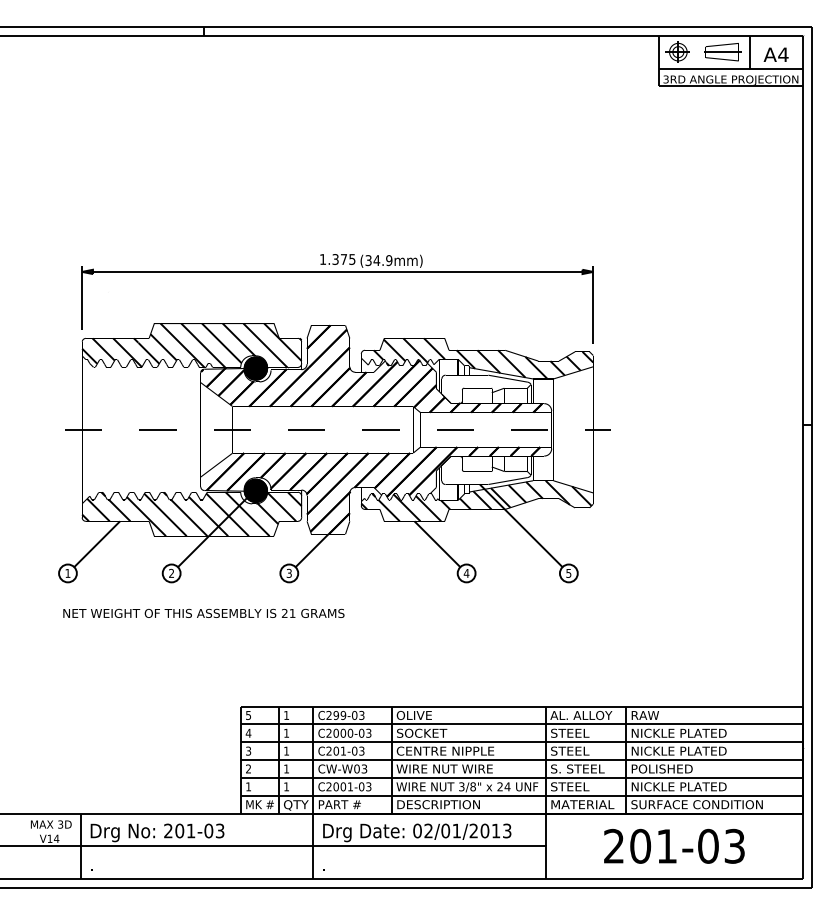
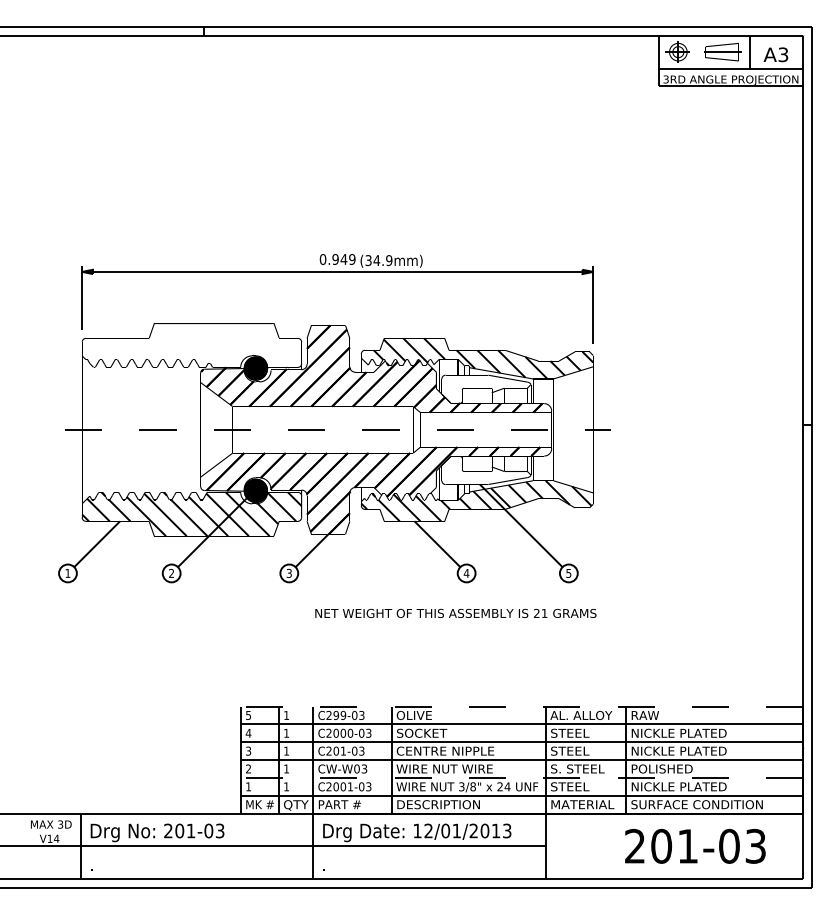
text at (783, 54): A4 -> A3
text at (337, 259): 1.375 -> 0.949
hatch at (191, 329): present -> none
text at (203, 612) position: (203, 612) -> (455, 612)
line at (521, 706): solid -> dashed
line at (521, 777): solid -> dashed
text at (417, 830): 02/01/2013 -> 12/01/2013
text at (674, 845) position: (674, 845) -> (695, 845)
